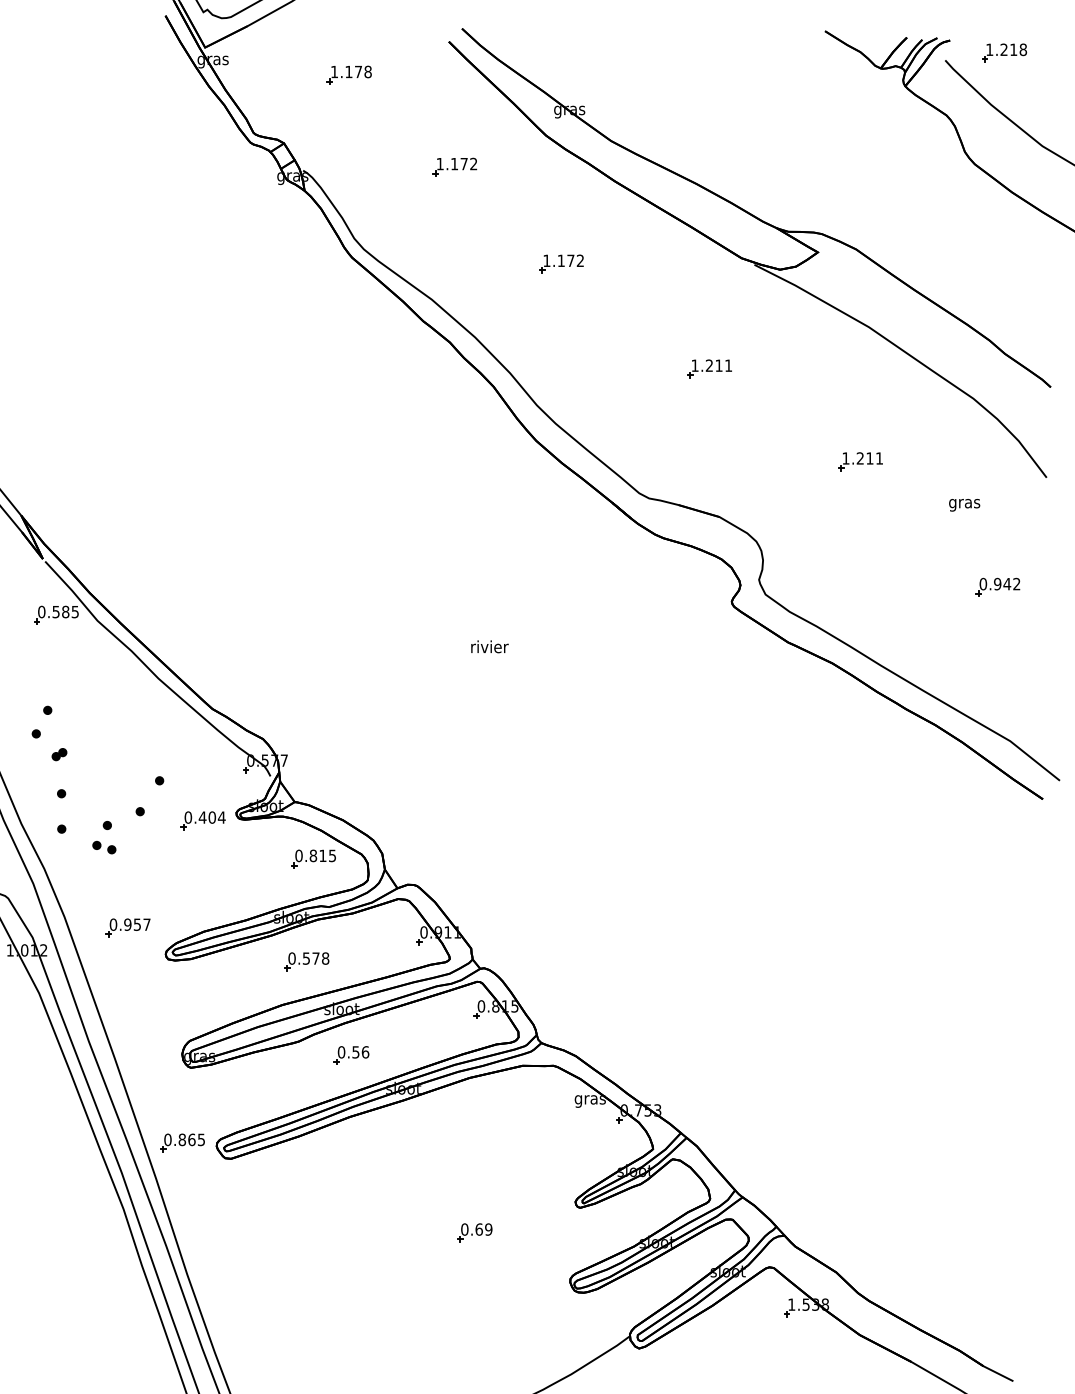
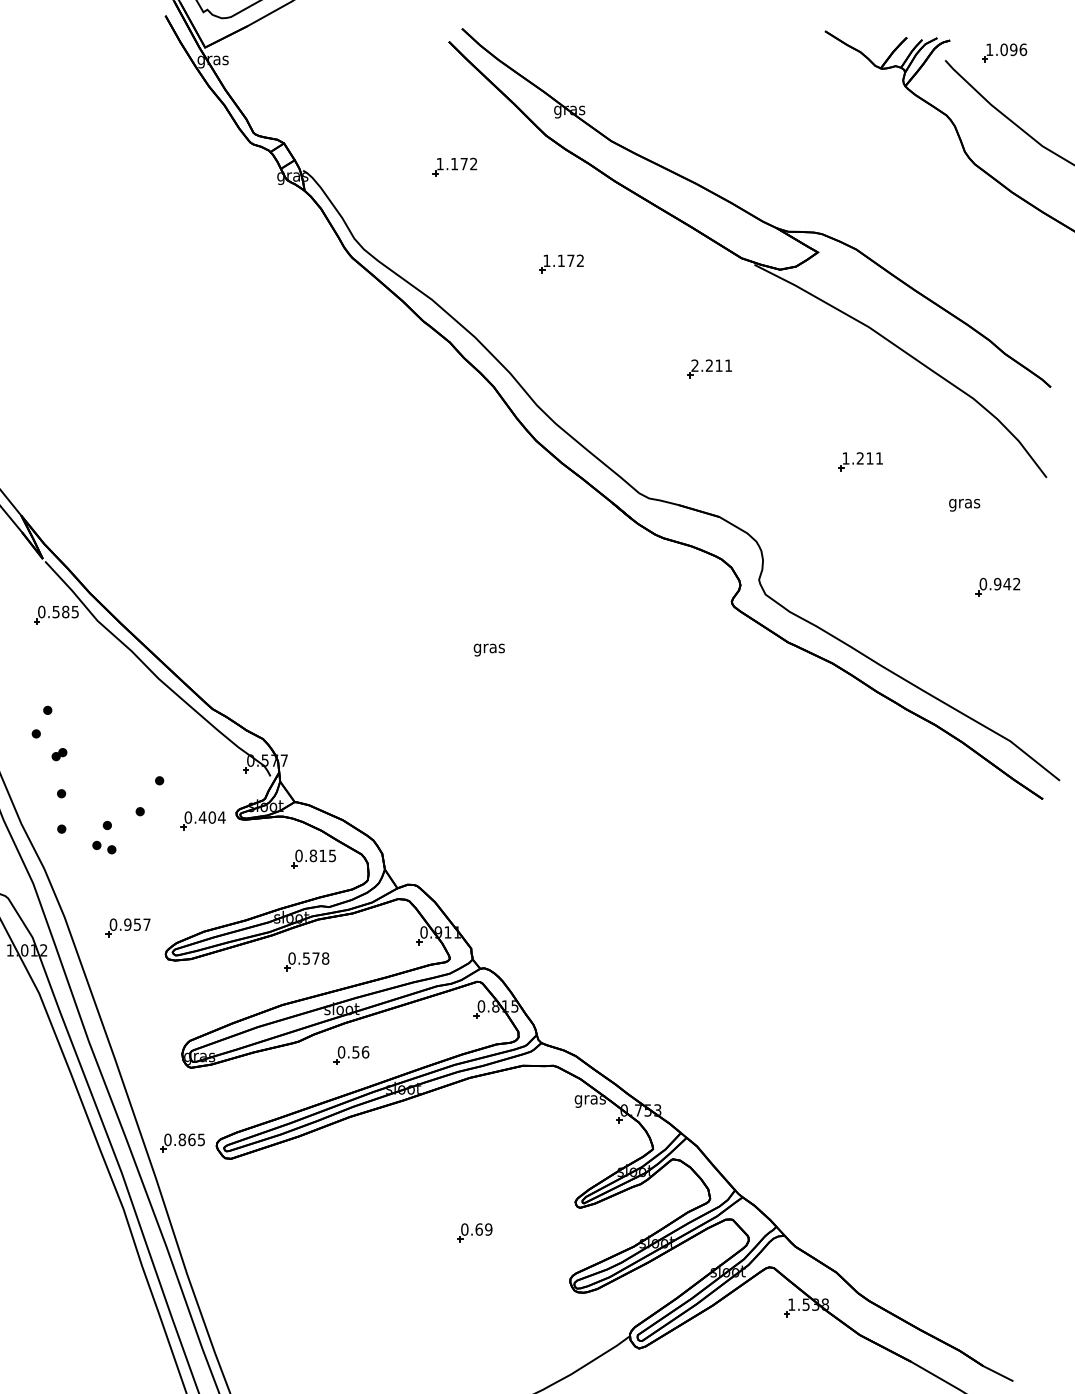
text at (1013, 49): 1.218 -> 1.096
part at (348, 74): present -> none
text at (694, 365): 1.211 -> 2.211
text at (489, 648): rivier -> gras
